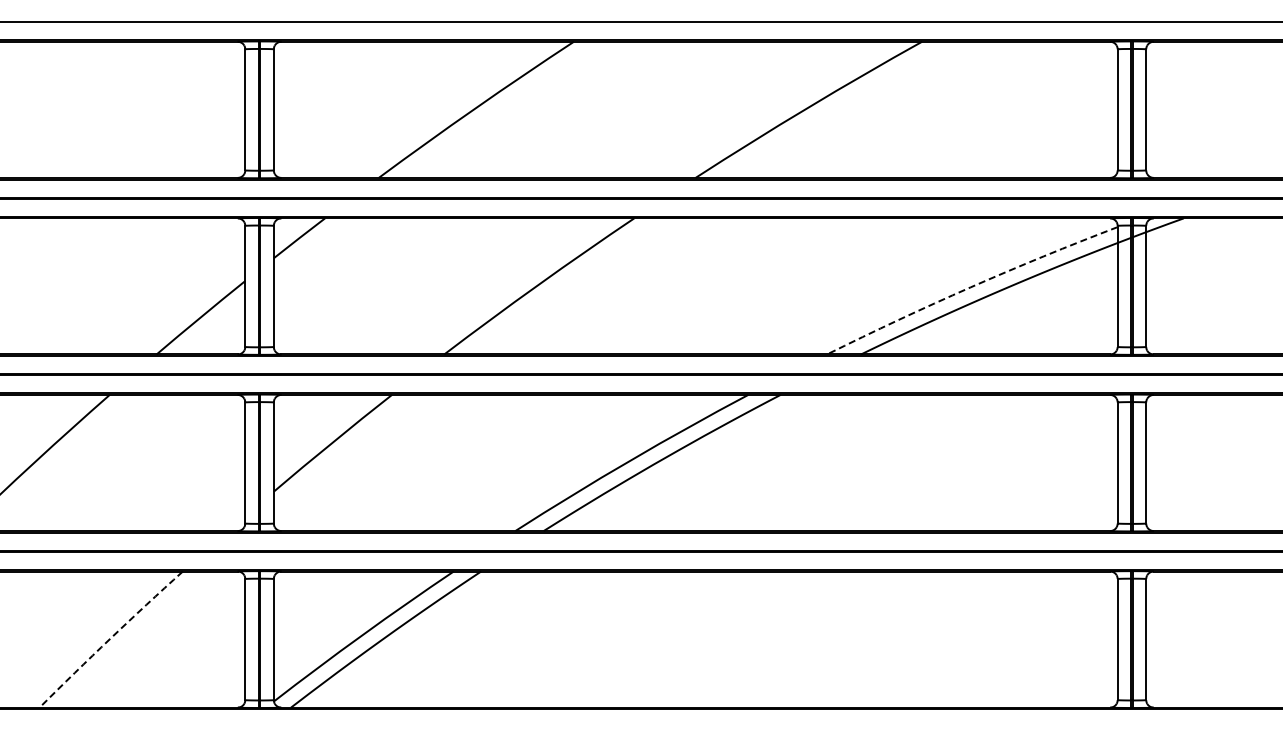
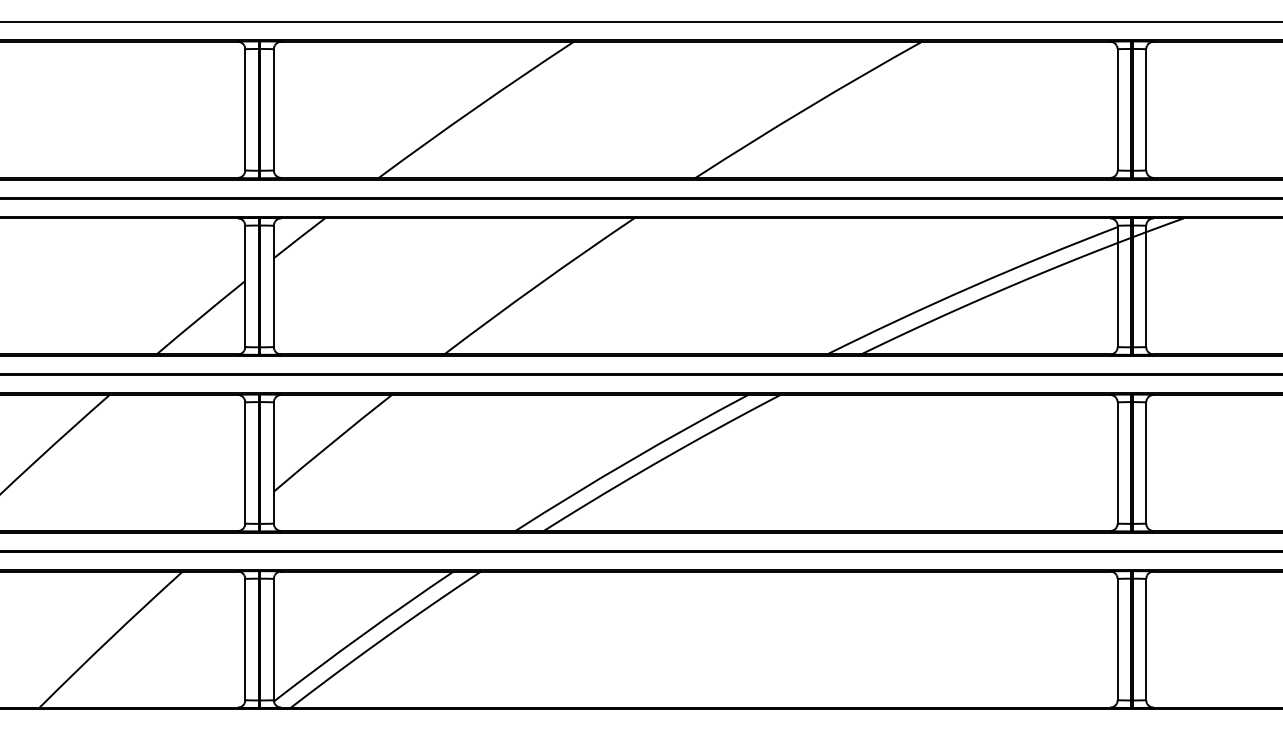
arc at (970, 287): dashed -> solid
arc at (110, 638): dashed -> solid
